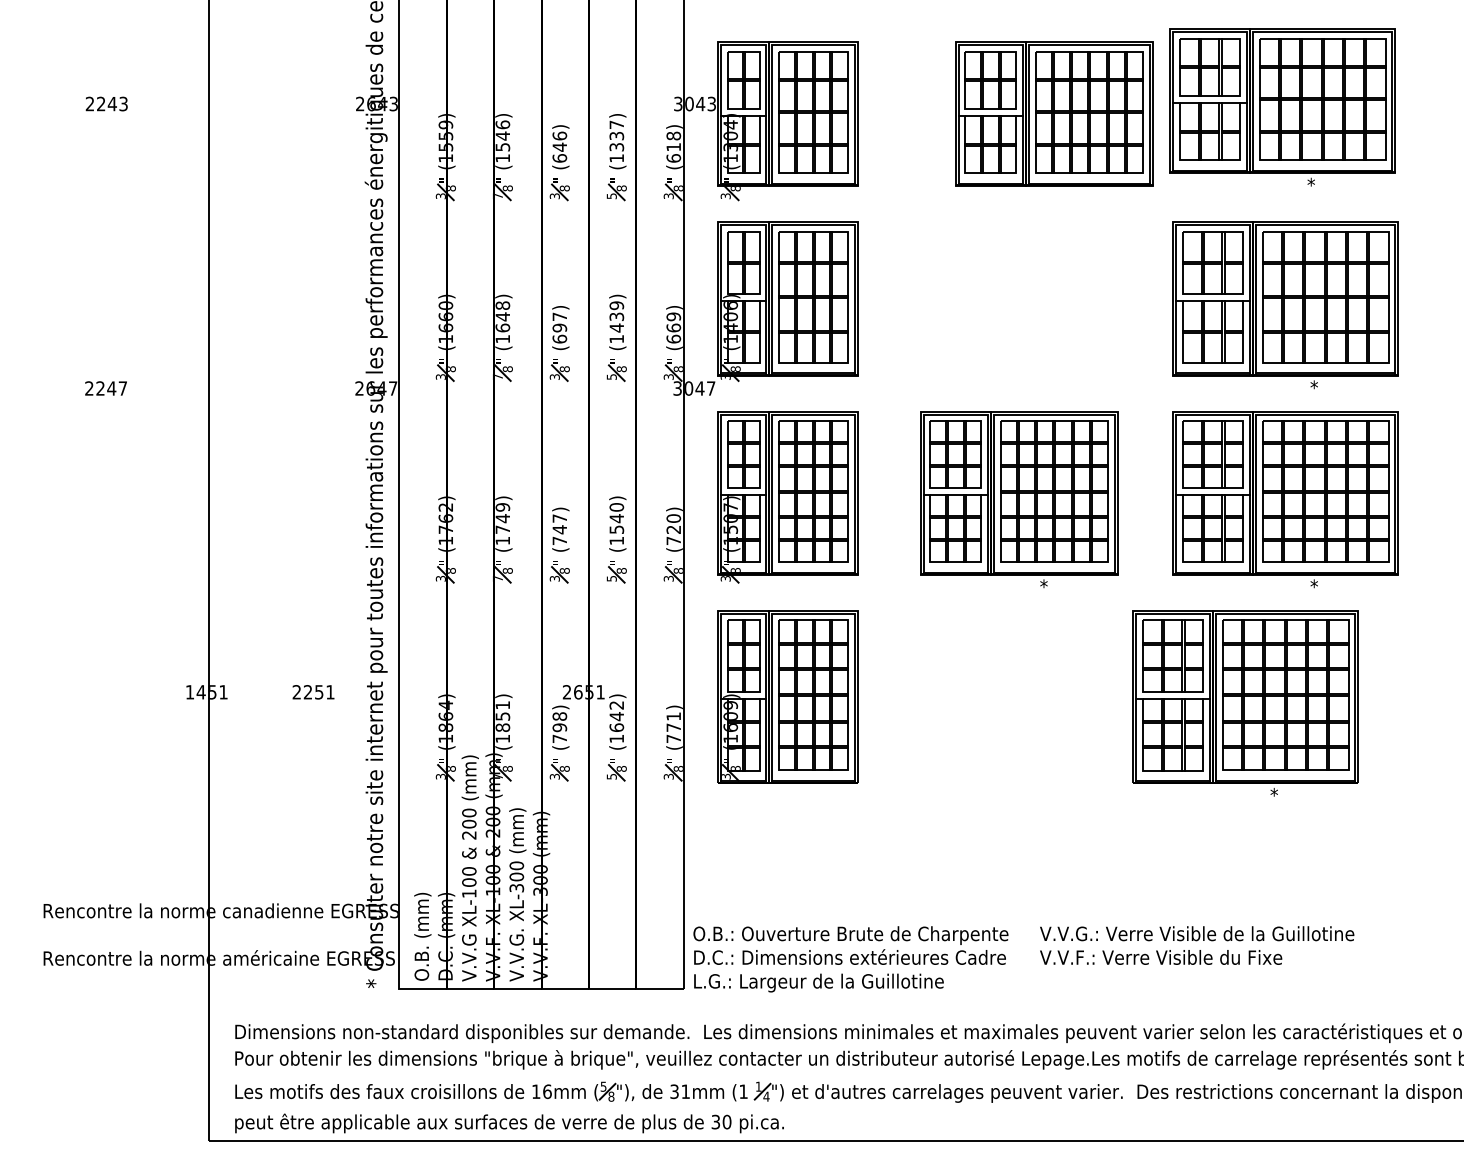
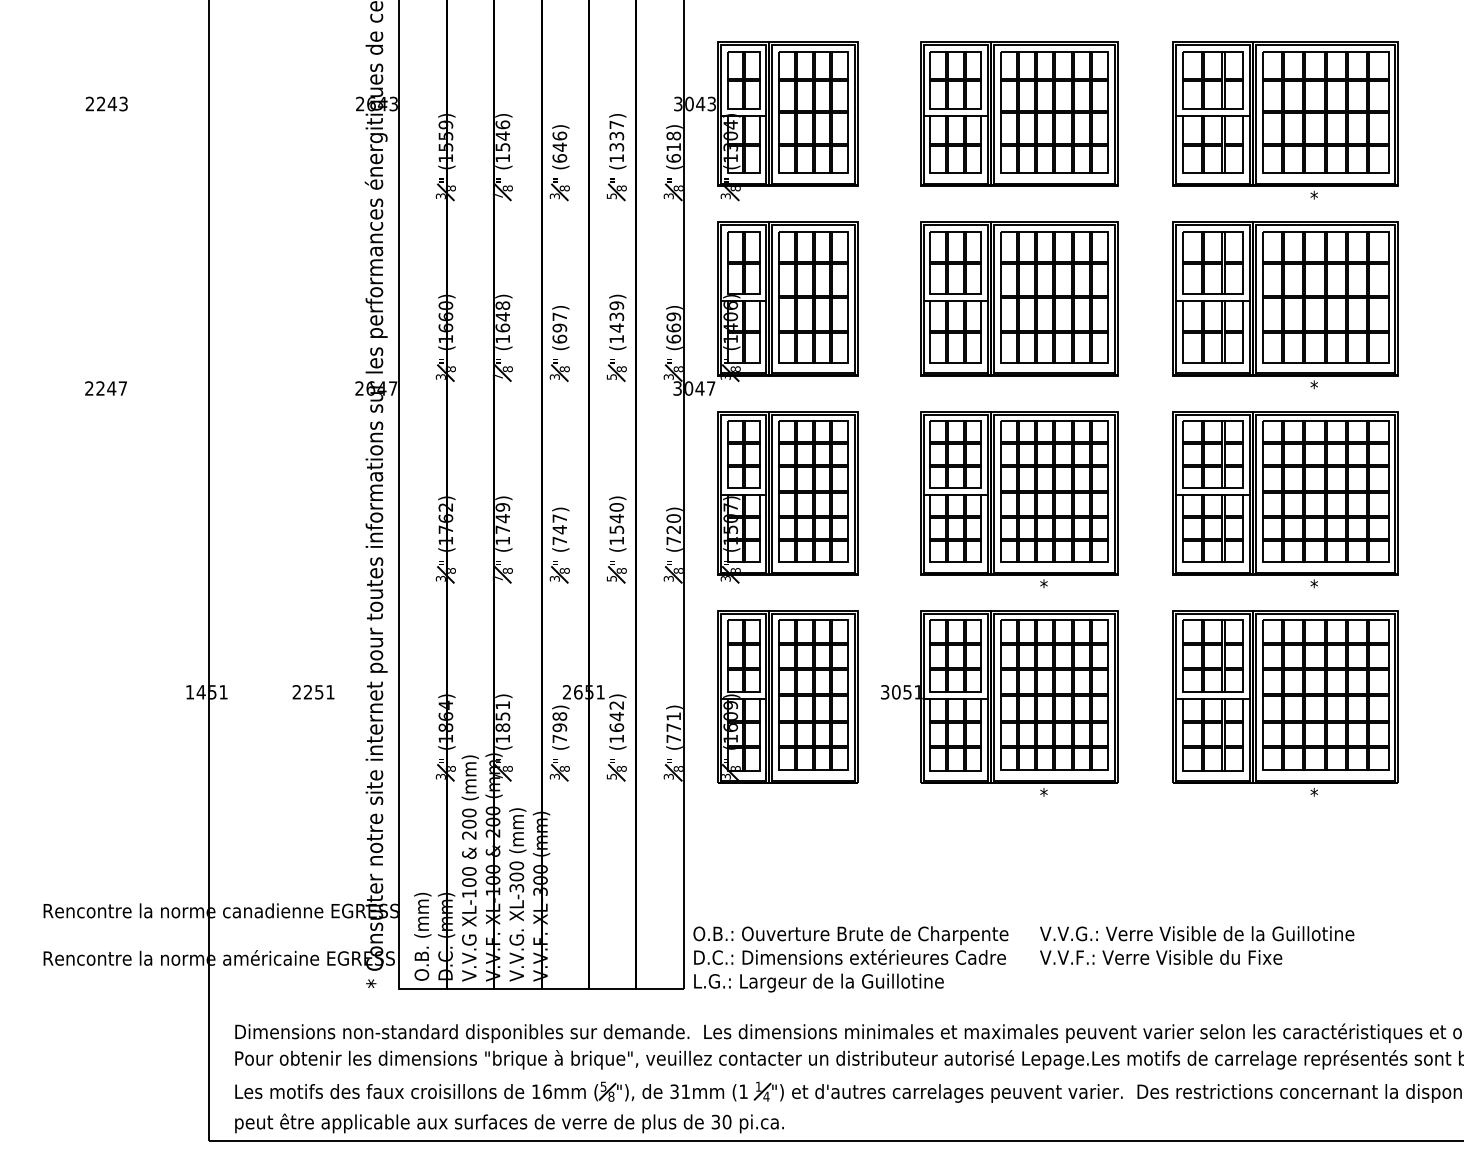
part at (1282, 107) position: (1282, 107) -> (1285, 120)
part at (1054, 113) position: (1054, 113) -> (1019, 113)
part at (1019, 298): none -> present
part at (999, 703): none -> present
part at (1245, 703) position: (1245, 703) -> (1285, 703)
